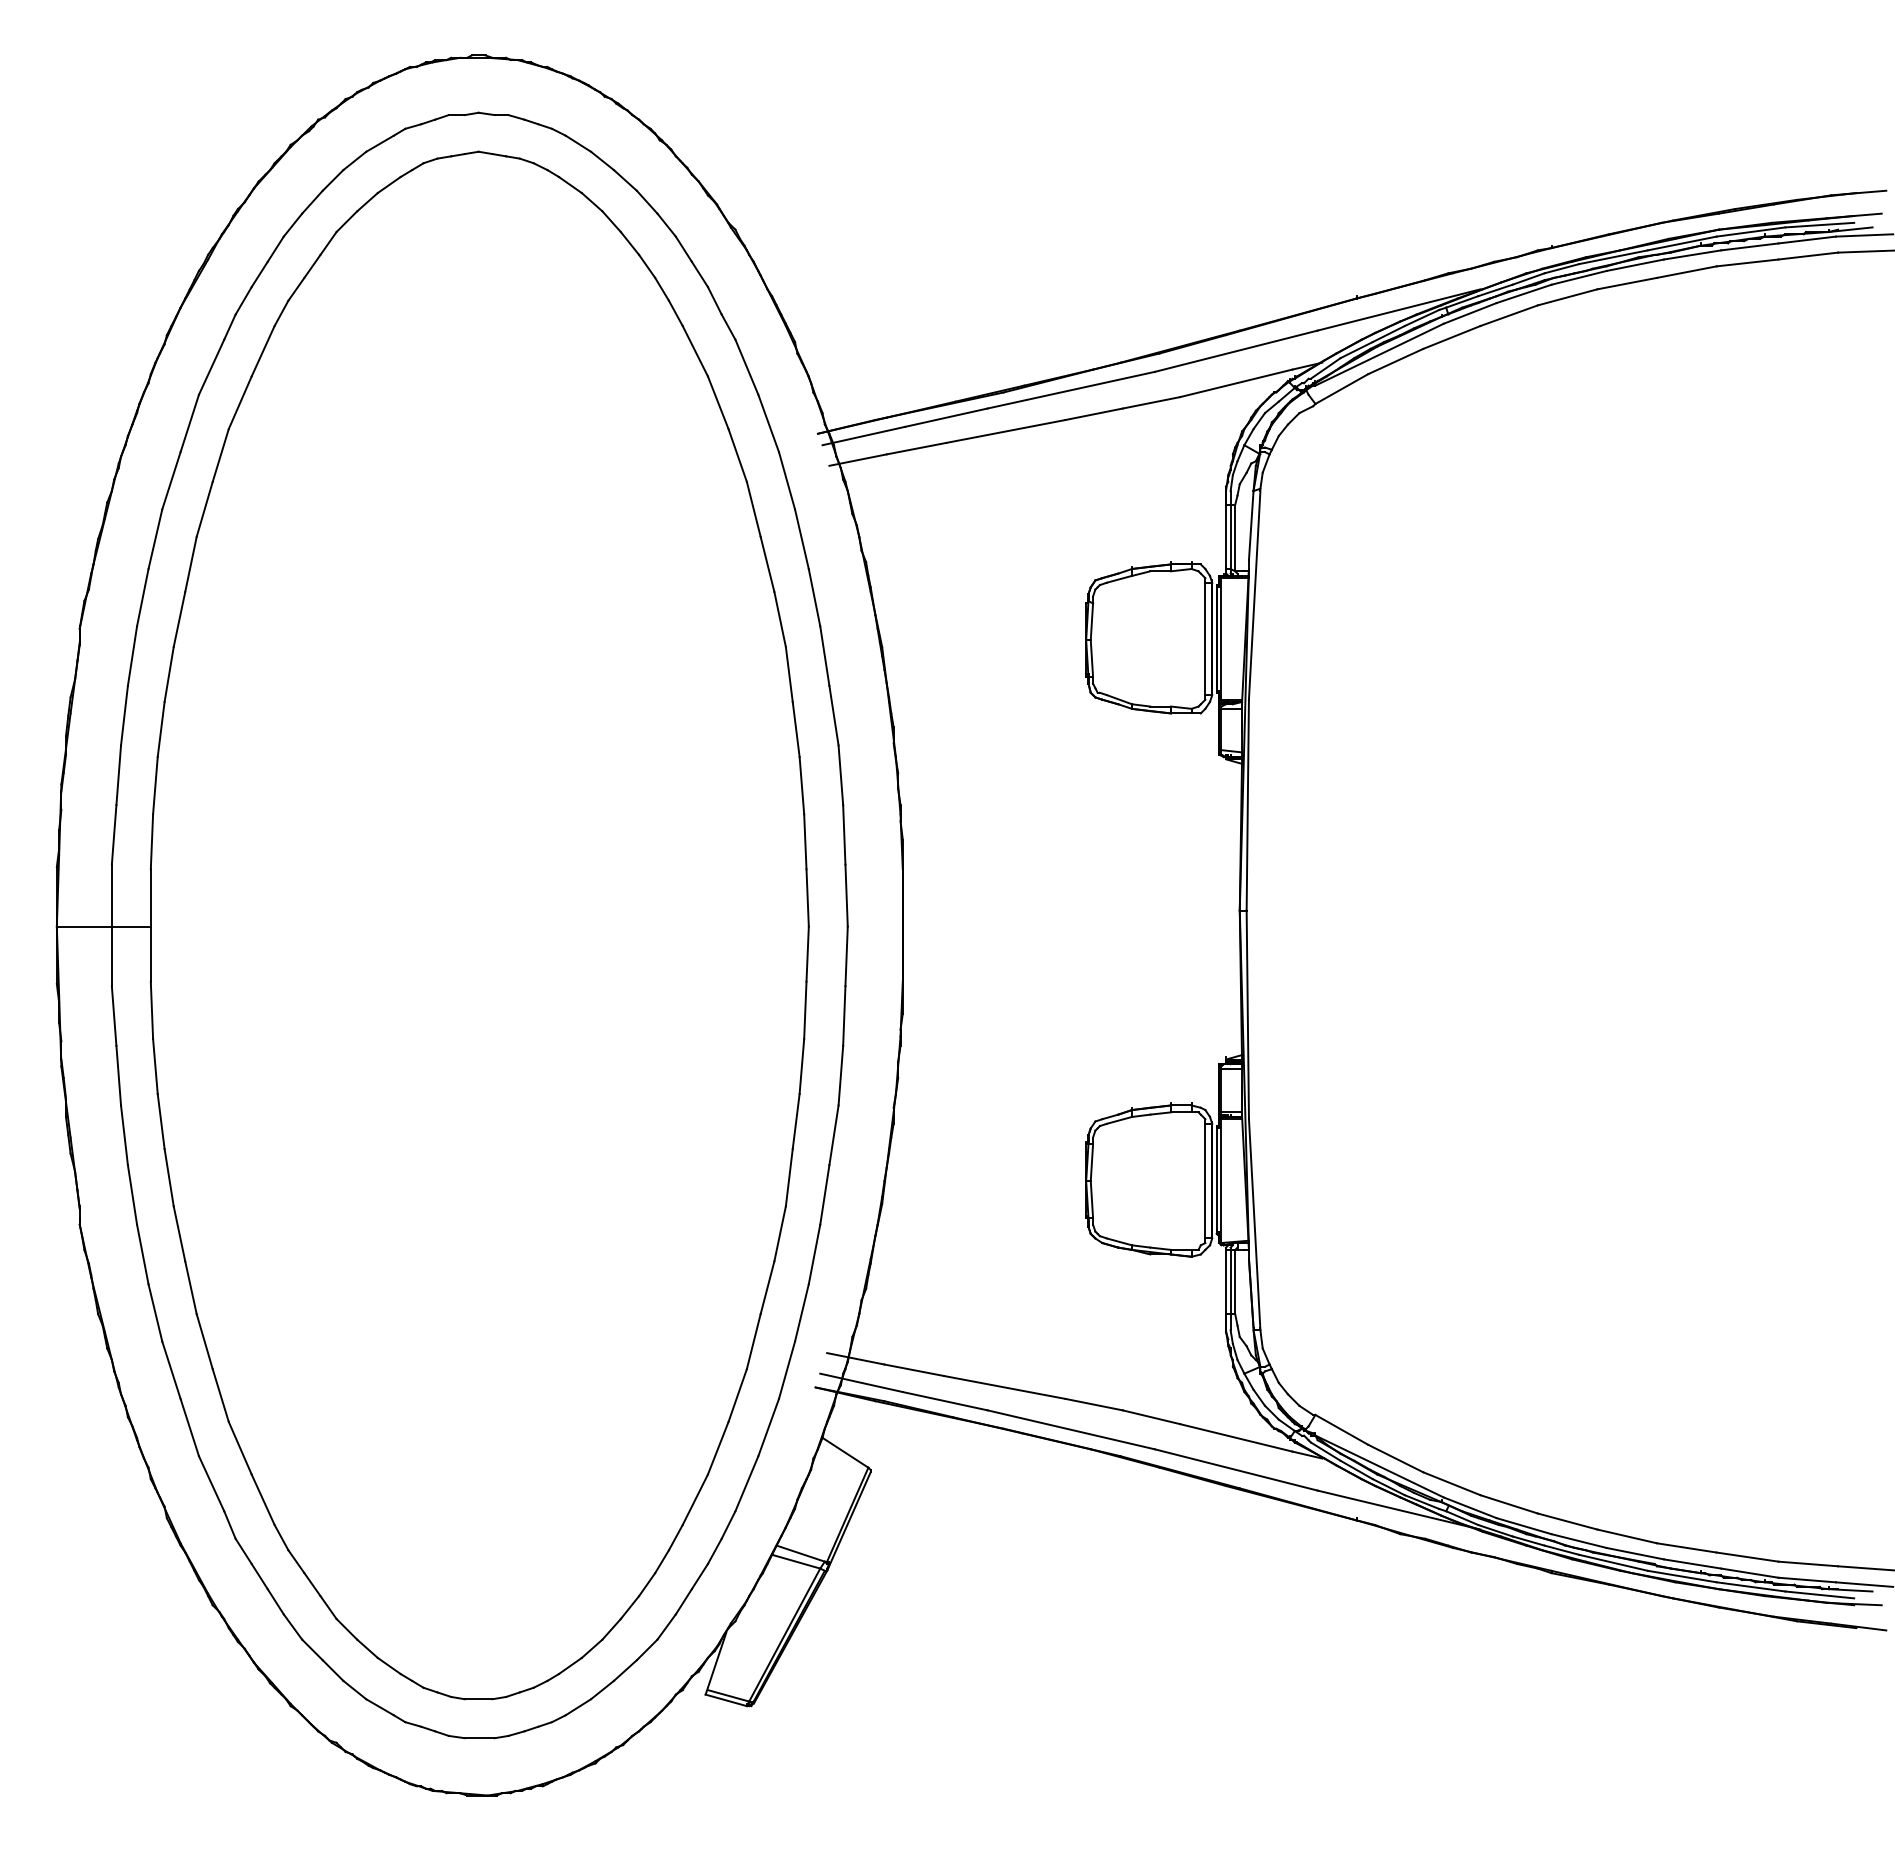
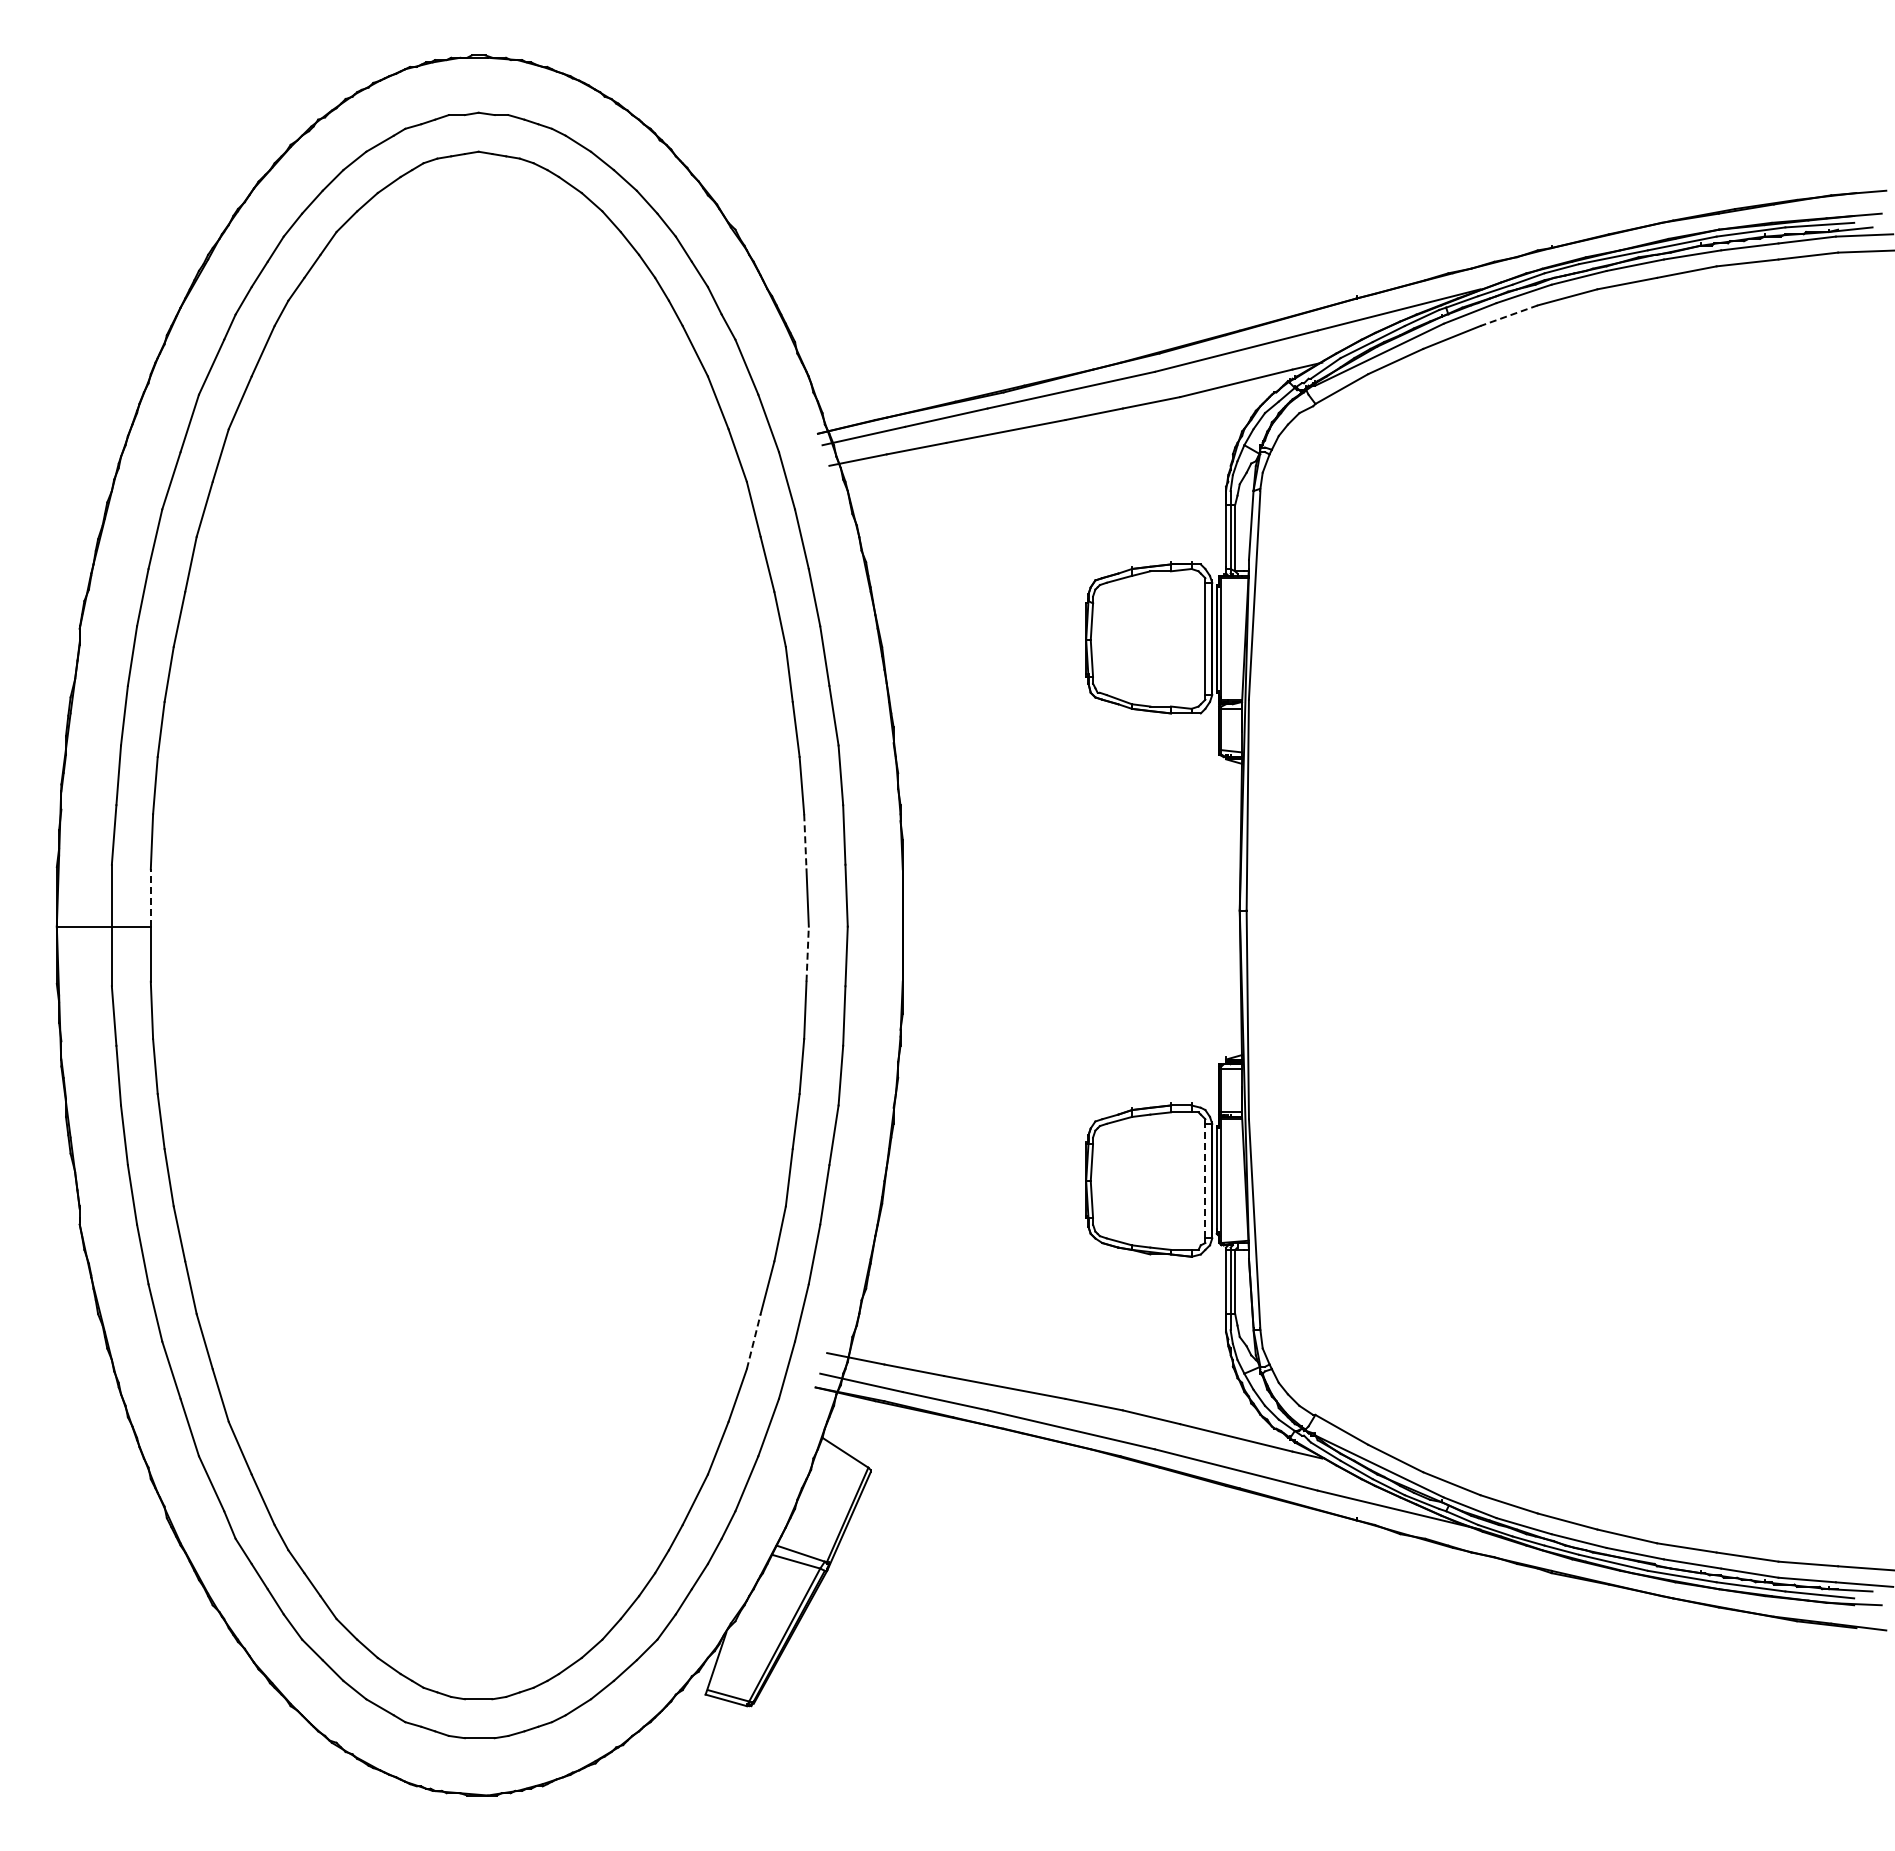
line at (1508, 315): solid -> dashed
line at (805, 841): solid -> dashed
line at (150, 898): solid -> dashed
line at (807, 954): solid -> dashed
line at (1205, 1180): solid -> dashed
line at (753, 1341): solid -> dashed
